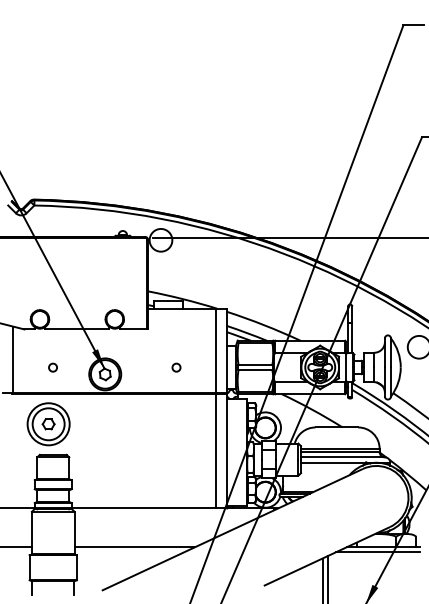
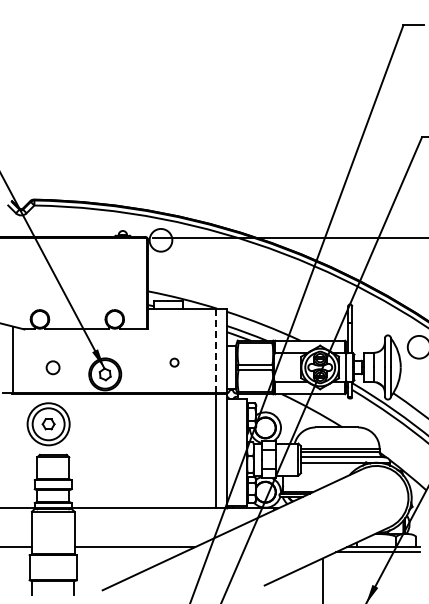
line at (216, 350): solid -> dashed
circle at (52, 367) size: 10x11 px -> 16x16 px
circle at (176, 367) position: (176, 367) -> (174, 362)
line at (327, 578): present -> none
